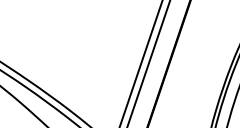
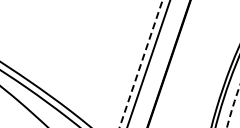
line at (141, 64): solid -> dashed
arc at (232, 106): solid -> dashed
